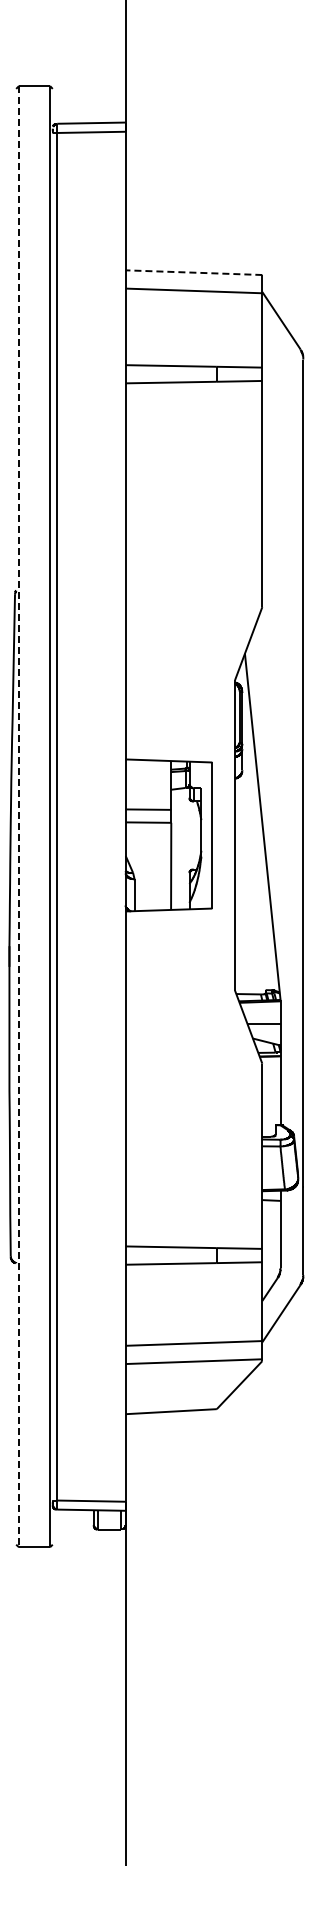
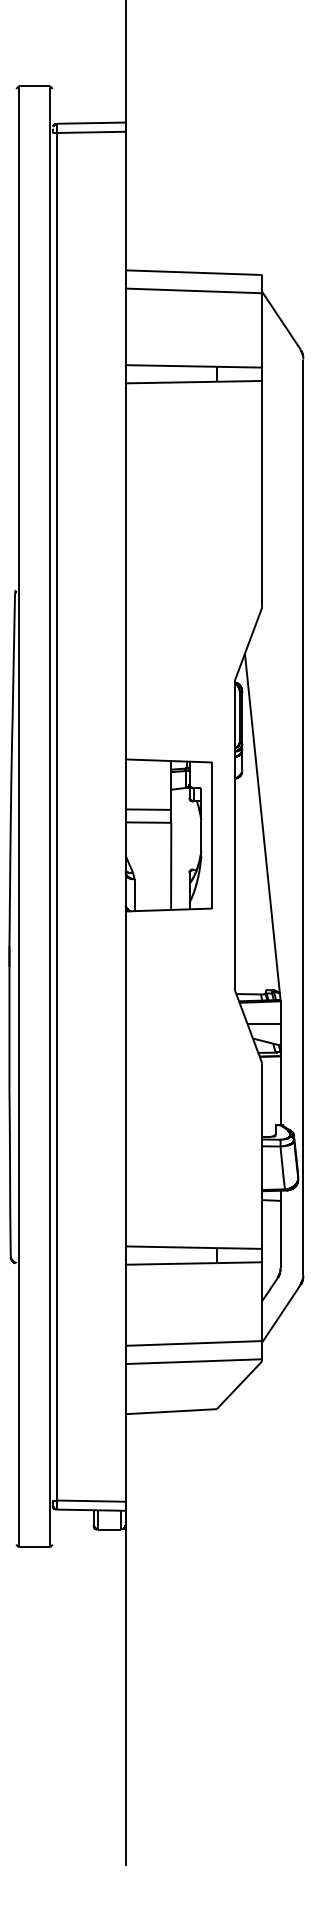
line at (193, 272): dashed -> solid
line at (19, 816): dashed -> solid
